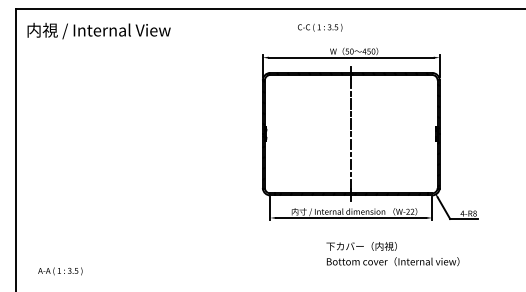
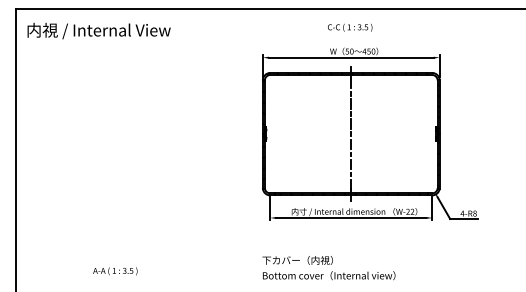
text at (320, 27) position: (320, 27) -> (350, 27)
text at (392, 254) position: (392, 254) -> (328, 268)
text at (60, 271) position: (60, 271) -> (115, 271)
